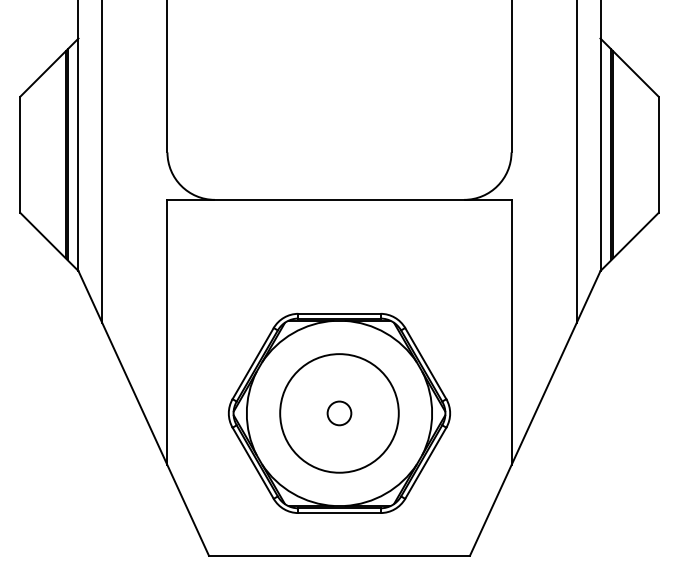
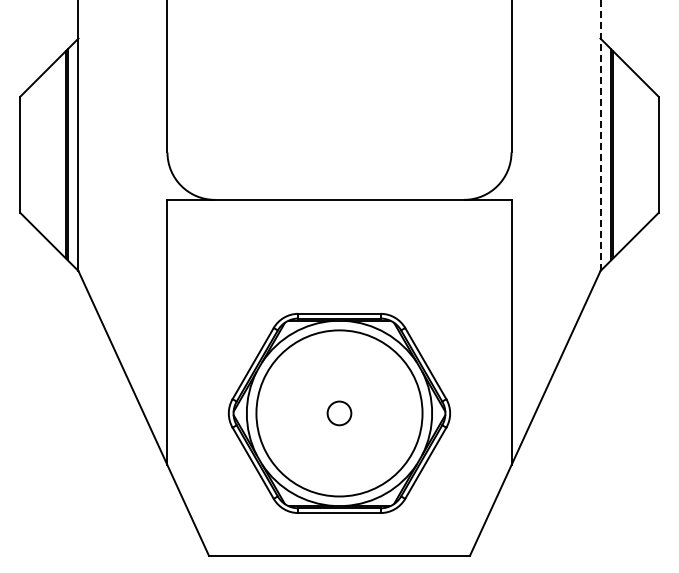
line at (600, 135): solid -> dashed
line at (102, 162): present -> none
line at (576, 162): present -> none
circle at (339, 413) diameter: 119 px -> 166 px
